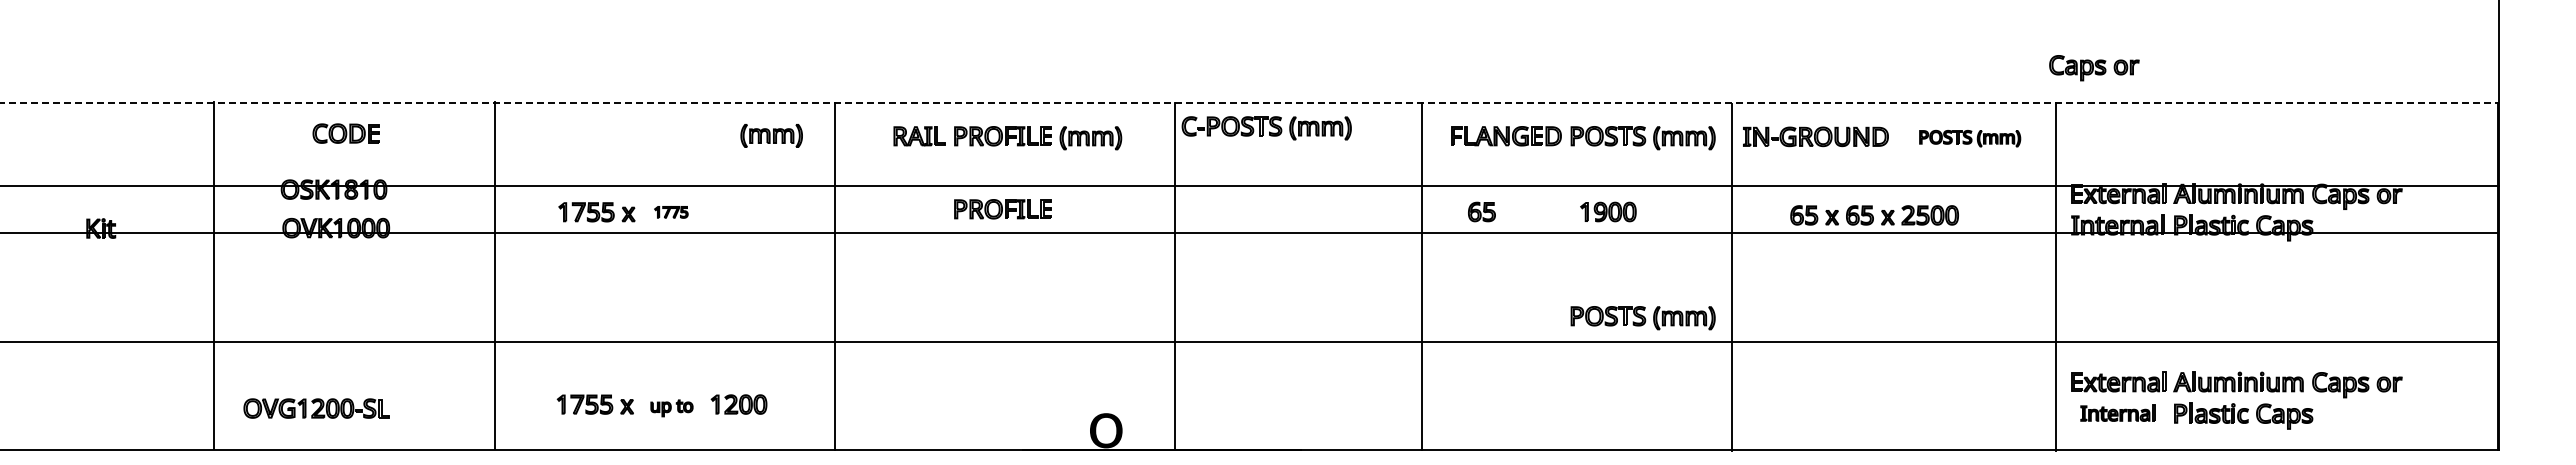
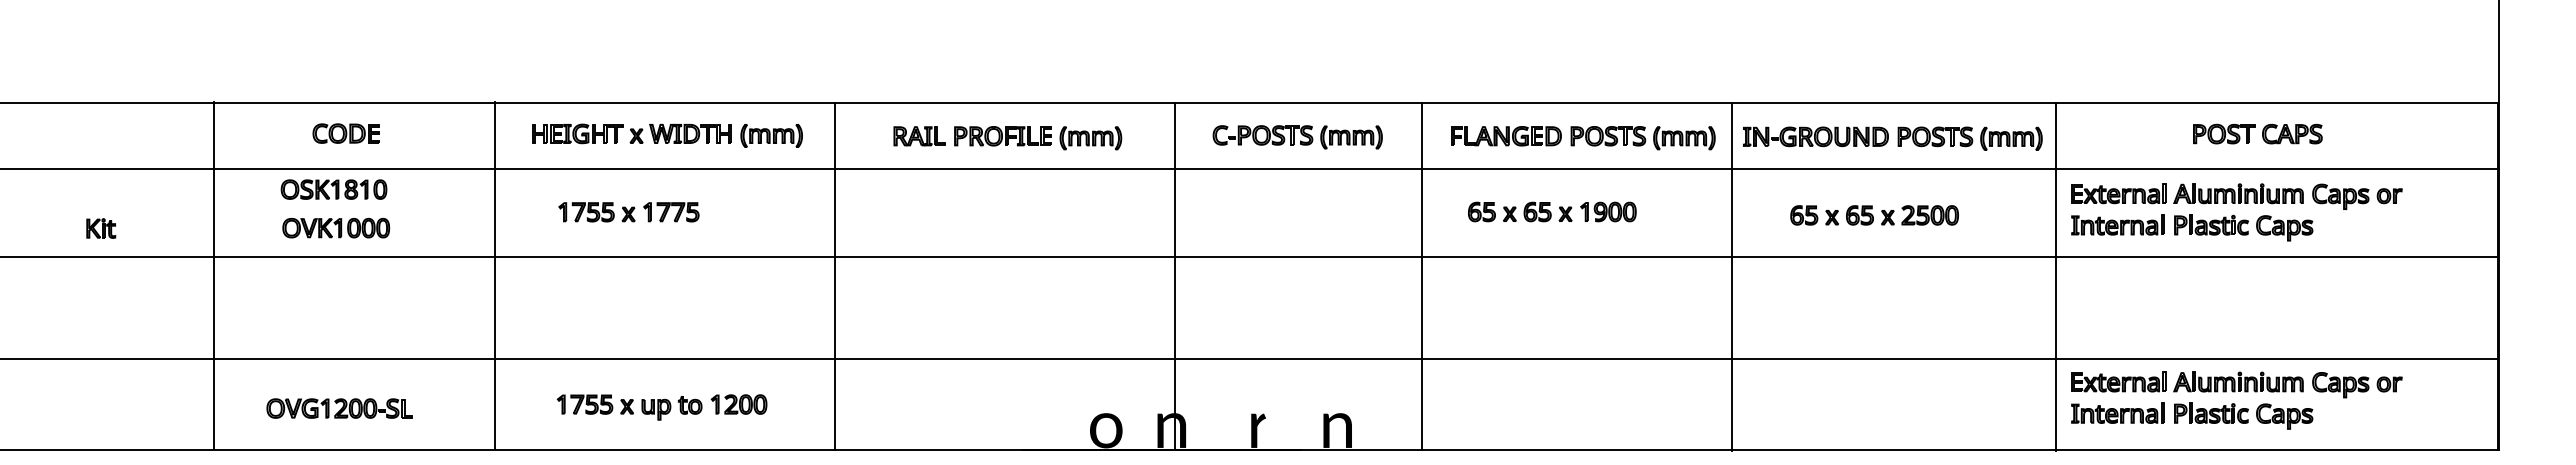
part at (2094, 68): present -> none
line at (1249, 102): dashed -> solid
part at (1266, 128) position: (1266, 128) -> (1297, 137)
part at (631, 133): none -> present
part at (2257, 133): none -> present
part at (1970, 138) size: 103x19 px -> 146x25 px
line at (1250, 186) position: (1250, 186) -> (1250, 169)
part at (1002, 209): present -> none
part at (1537, 211): none -> present
part at (671, 212) size: 35x13 px -> 57x21 px
line at (1249, 232) position: (1249, 232) -> (1249, 256)
part at (1642, 318): present -> none
line at (1249, 341) position: (1249, 341) -> (1249, 358)
part at (316, 408) position: (316, 408) -> (339, 408)
part at (671, 408) size: 44x19 px -> 62x25 px
part at (2117, 412) size: 76x18 px -> 94x22 px
fill at (1171, 430): none -> present
fill at (1258, 430): none -> present
fill at (1337, 430): none -> present
